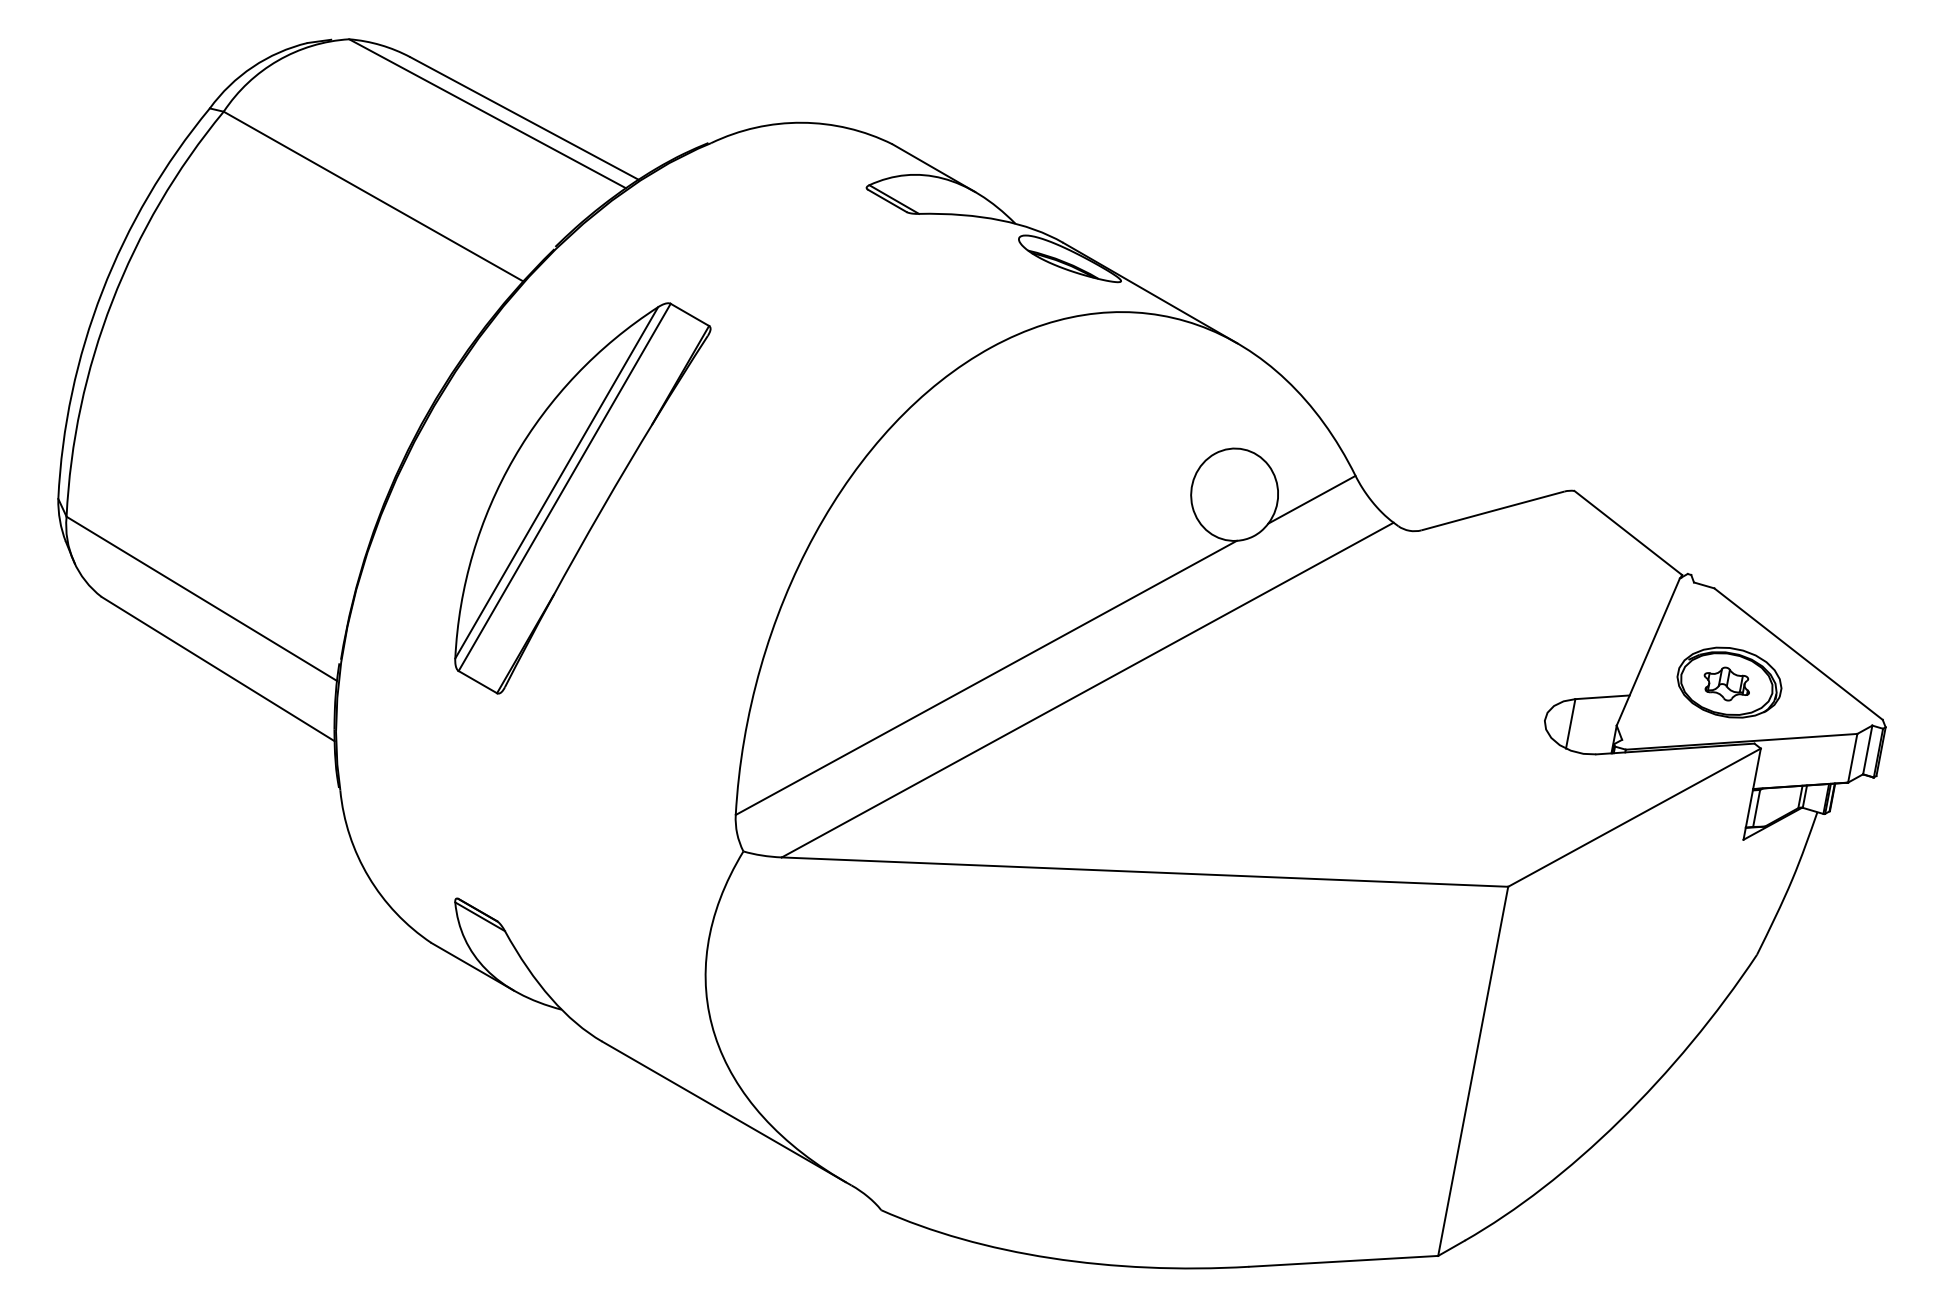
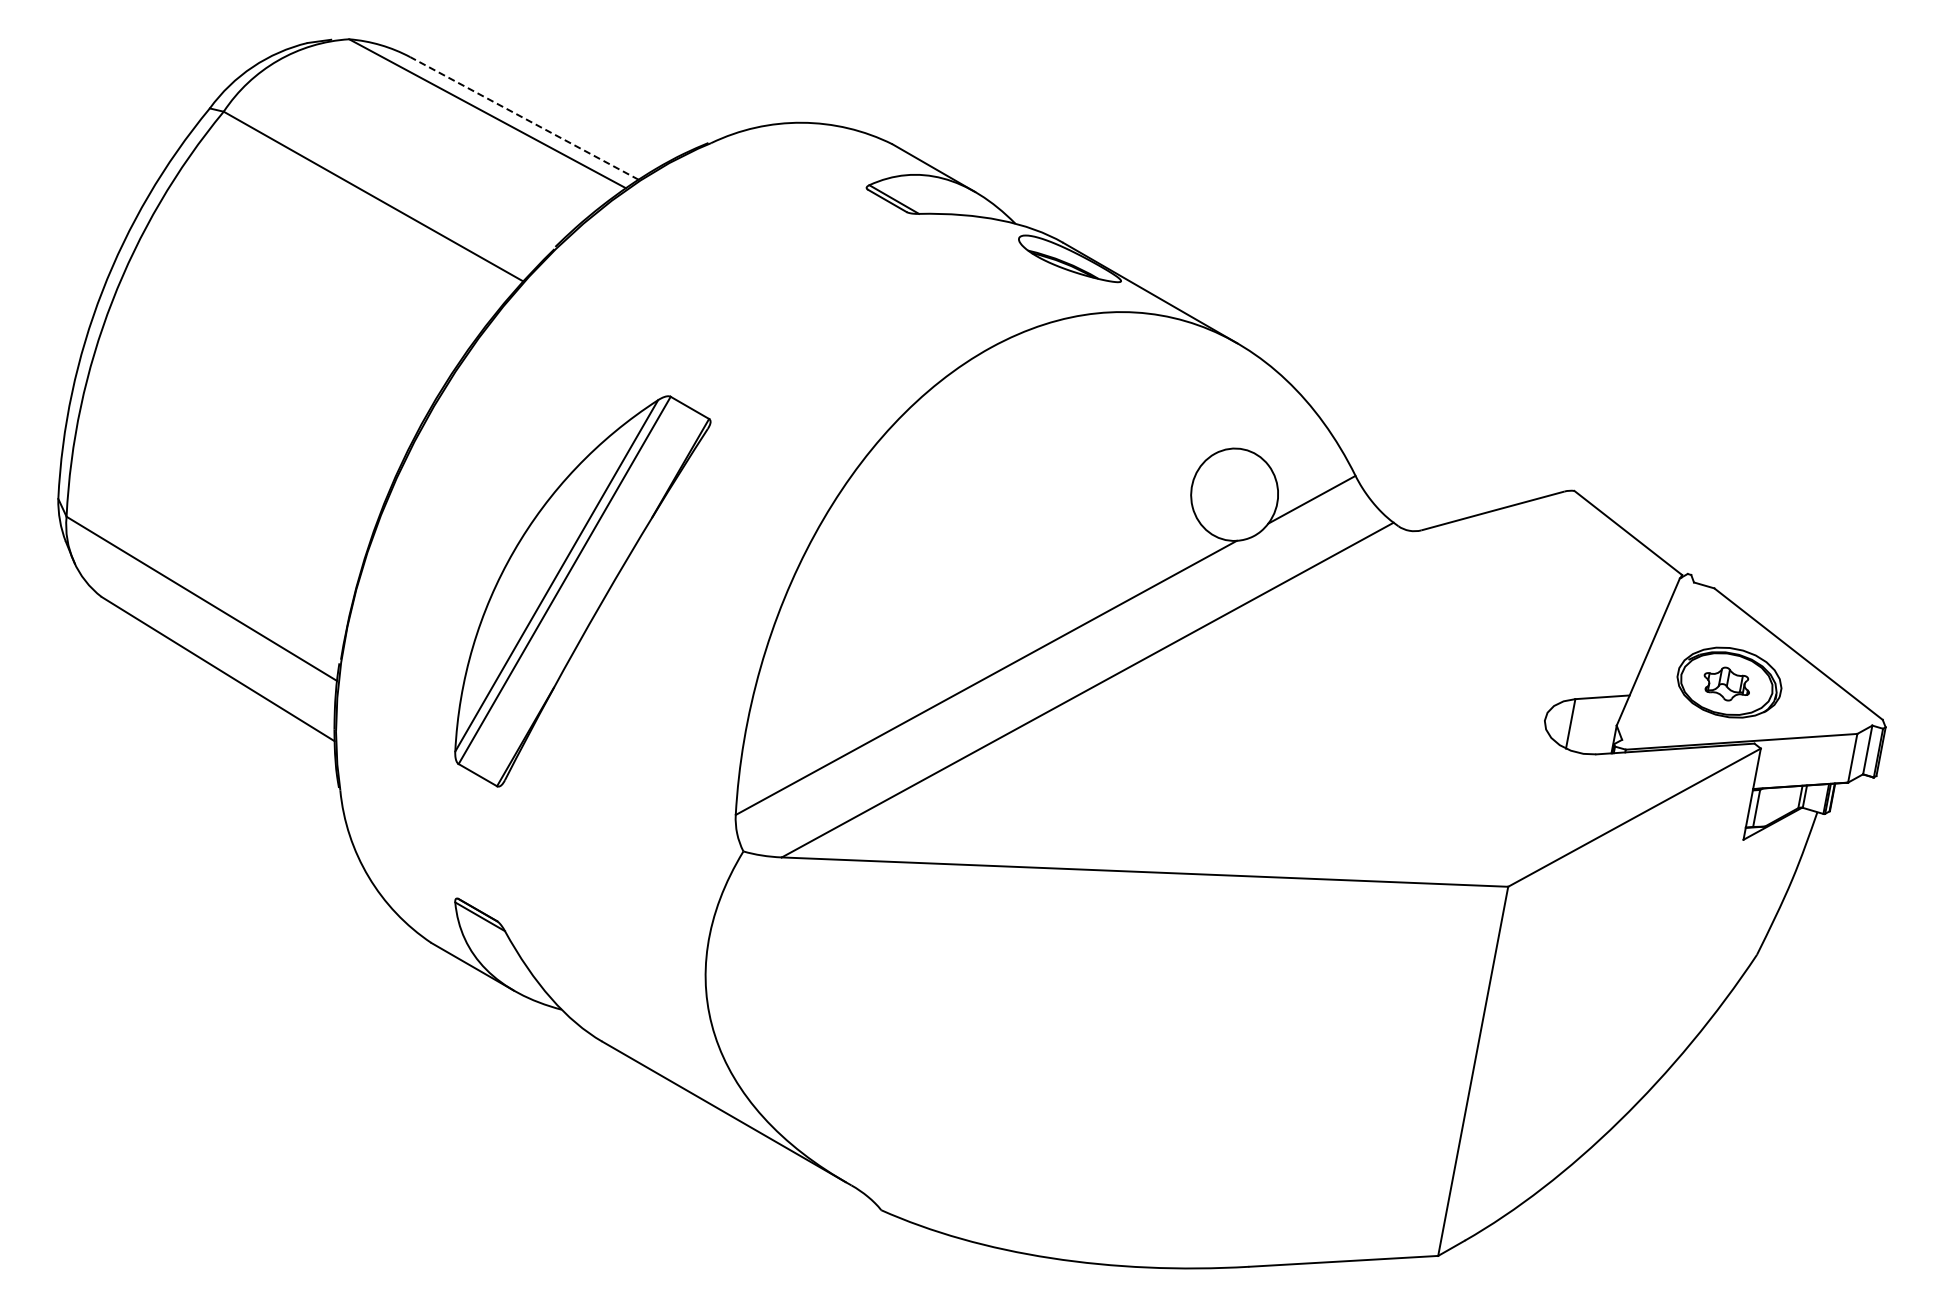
line at (524, 118): solid -> dashed
part at (582, 498) position: (582, 498) -> (582, 591)
